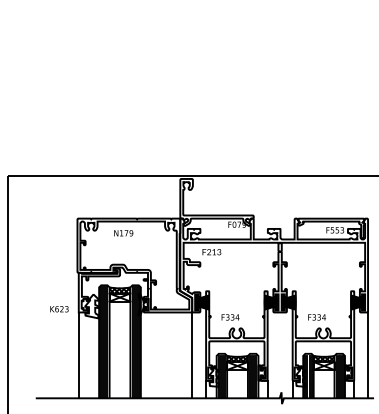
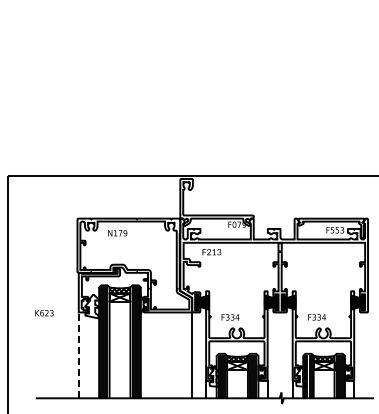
text at (123, 233) position: (123, 233) -> (117, 233)
text at (59, 309) position: (59, 309) -> (44, 313)
line at (78, 355): solid -> dashed
line at (368, 355): present -> none
